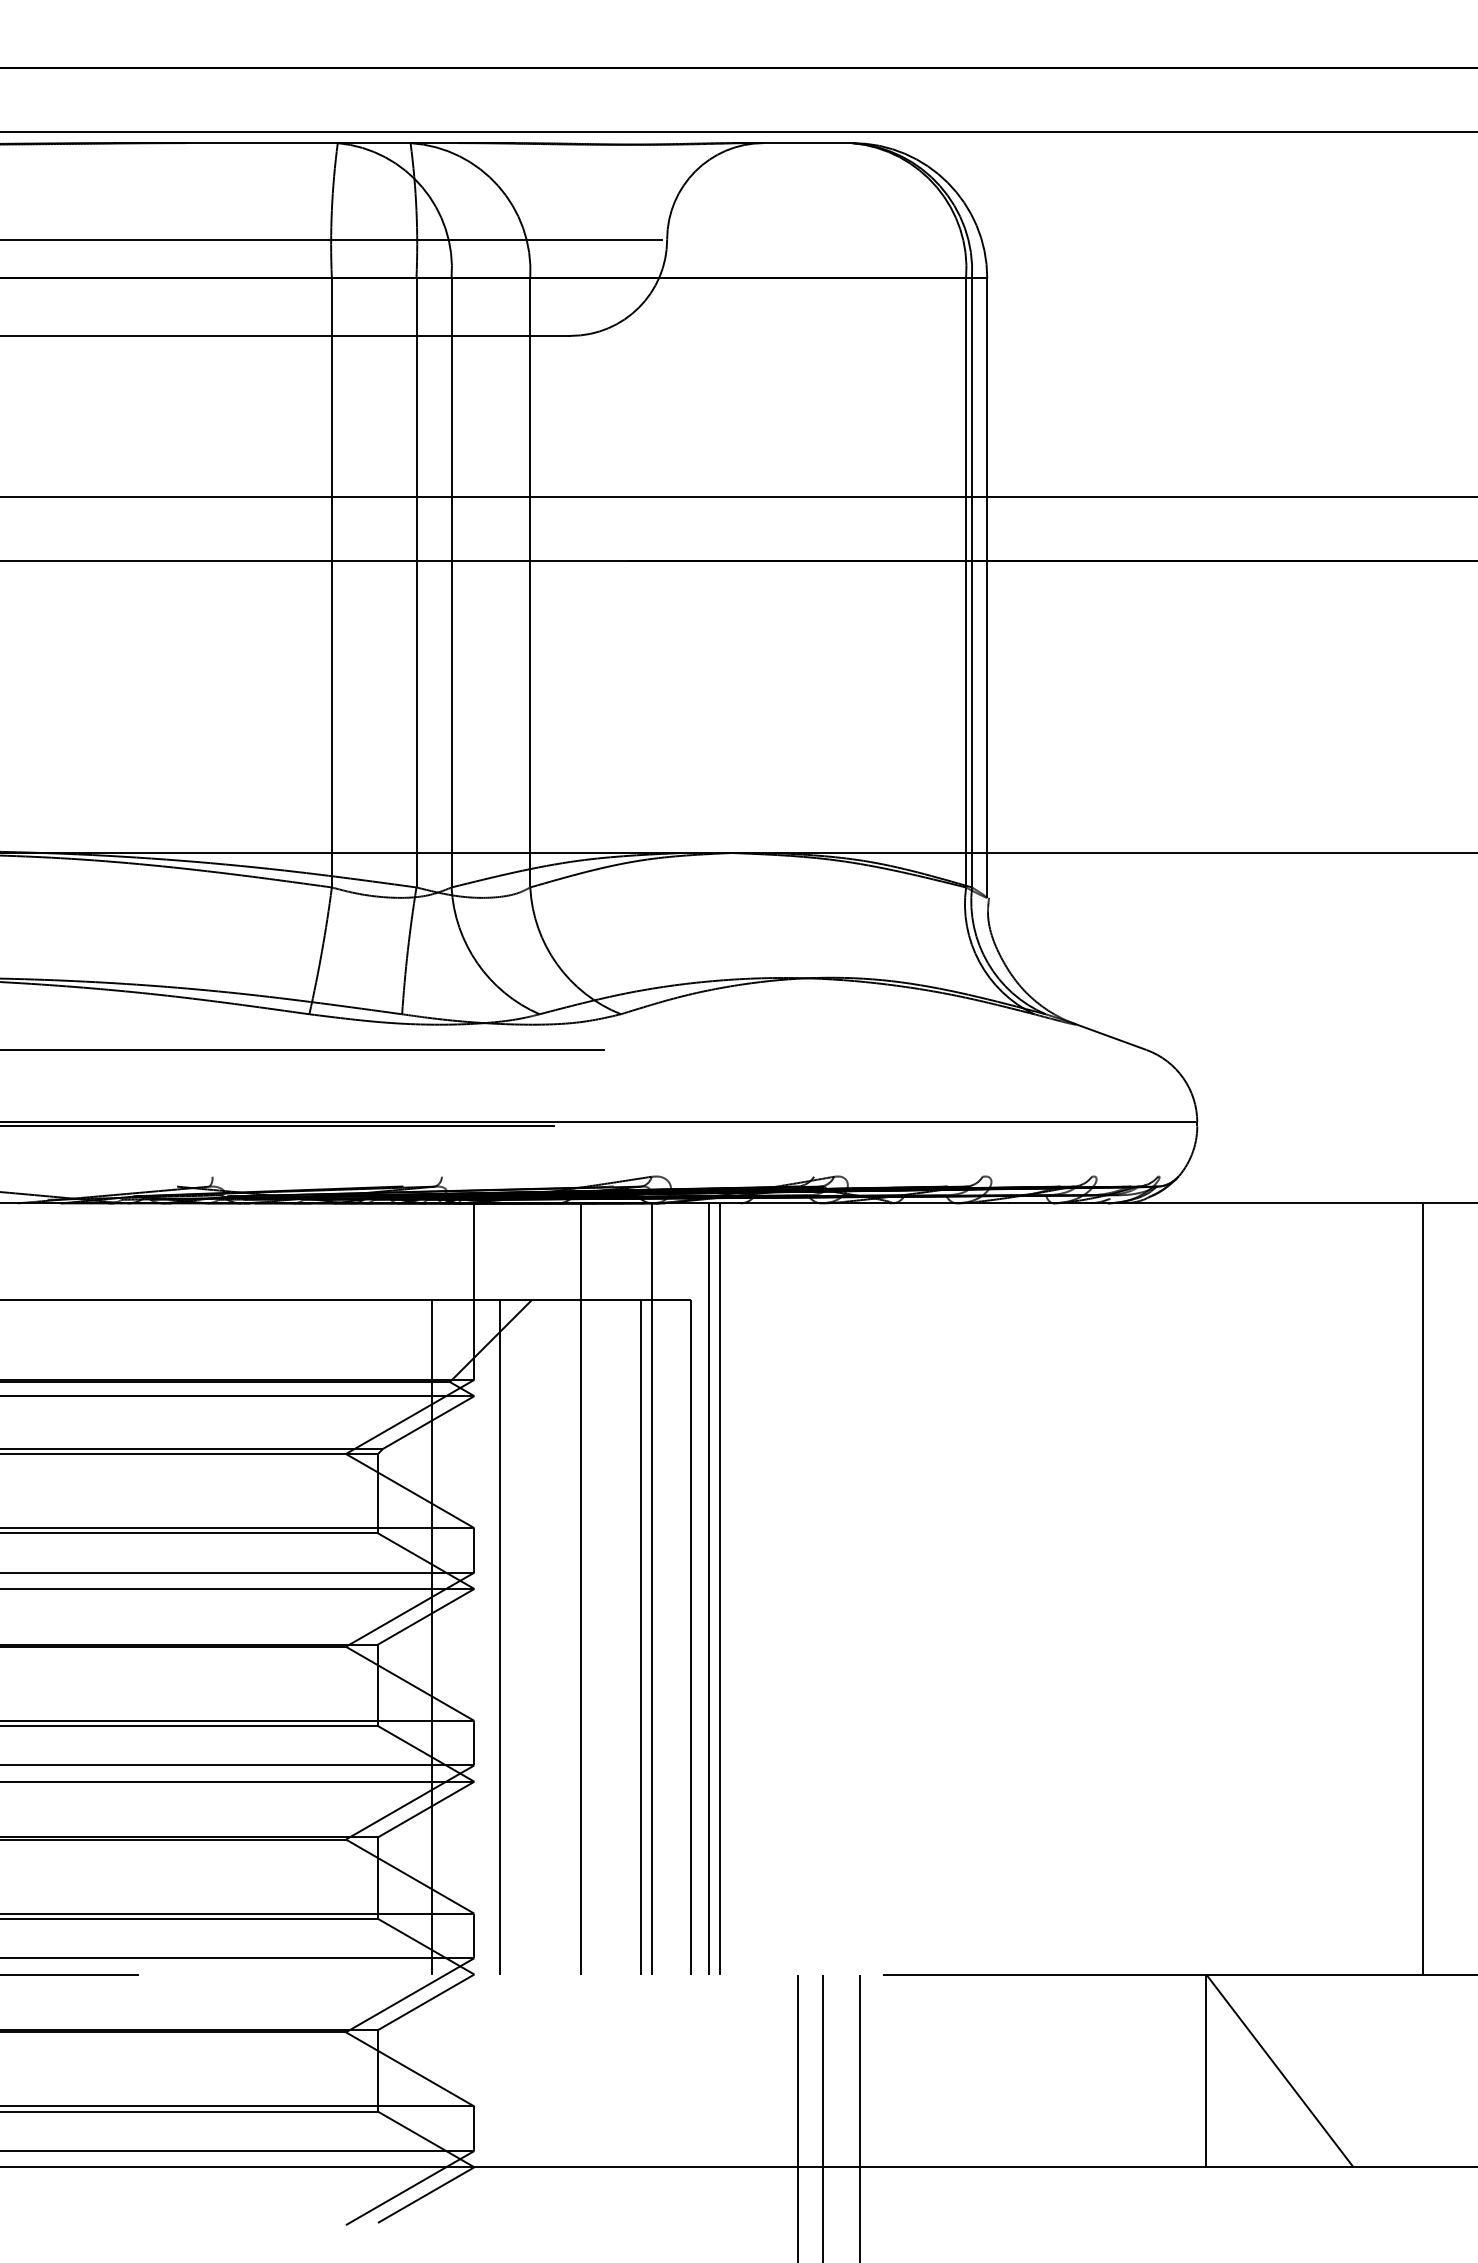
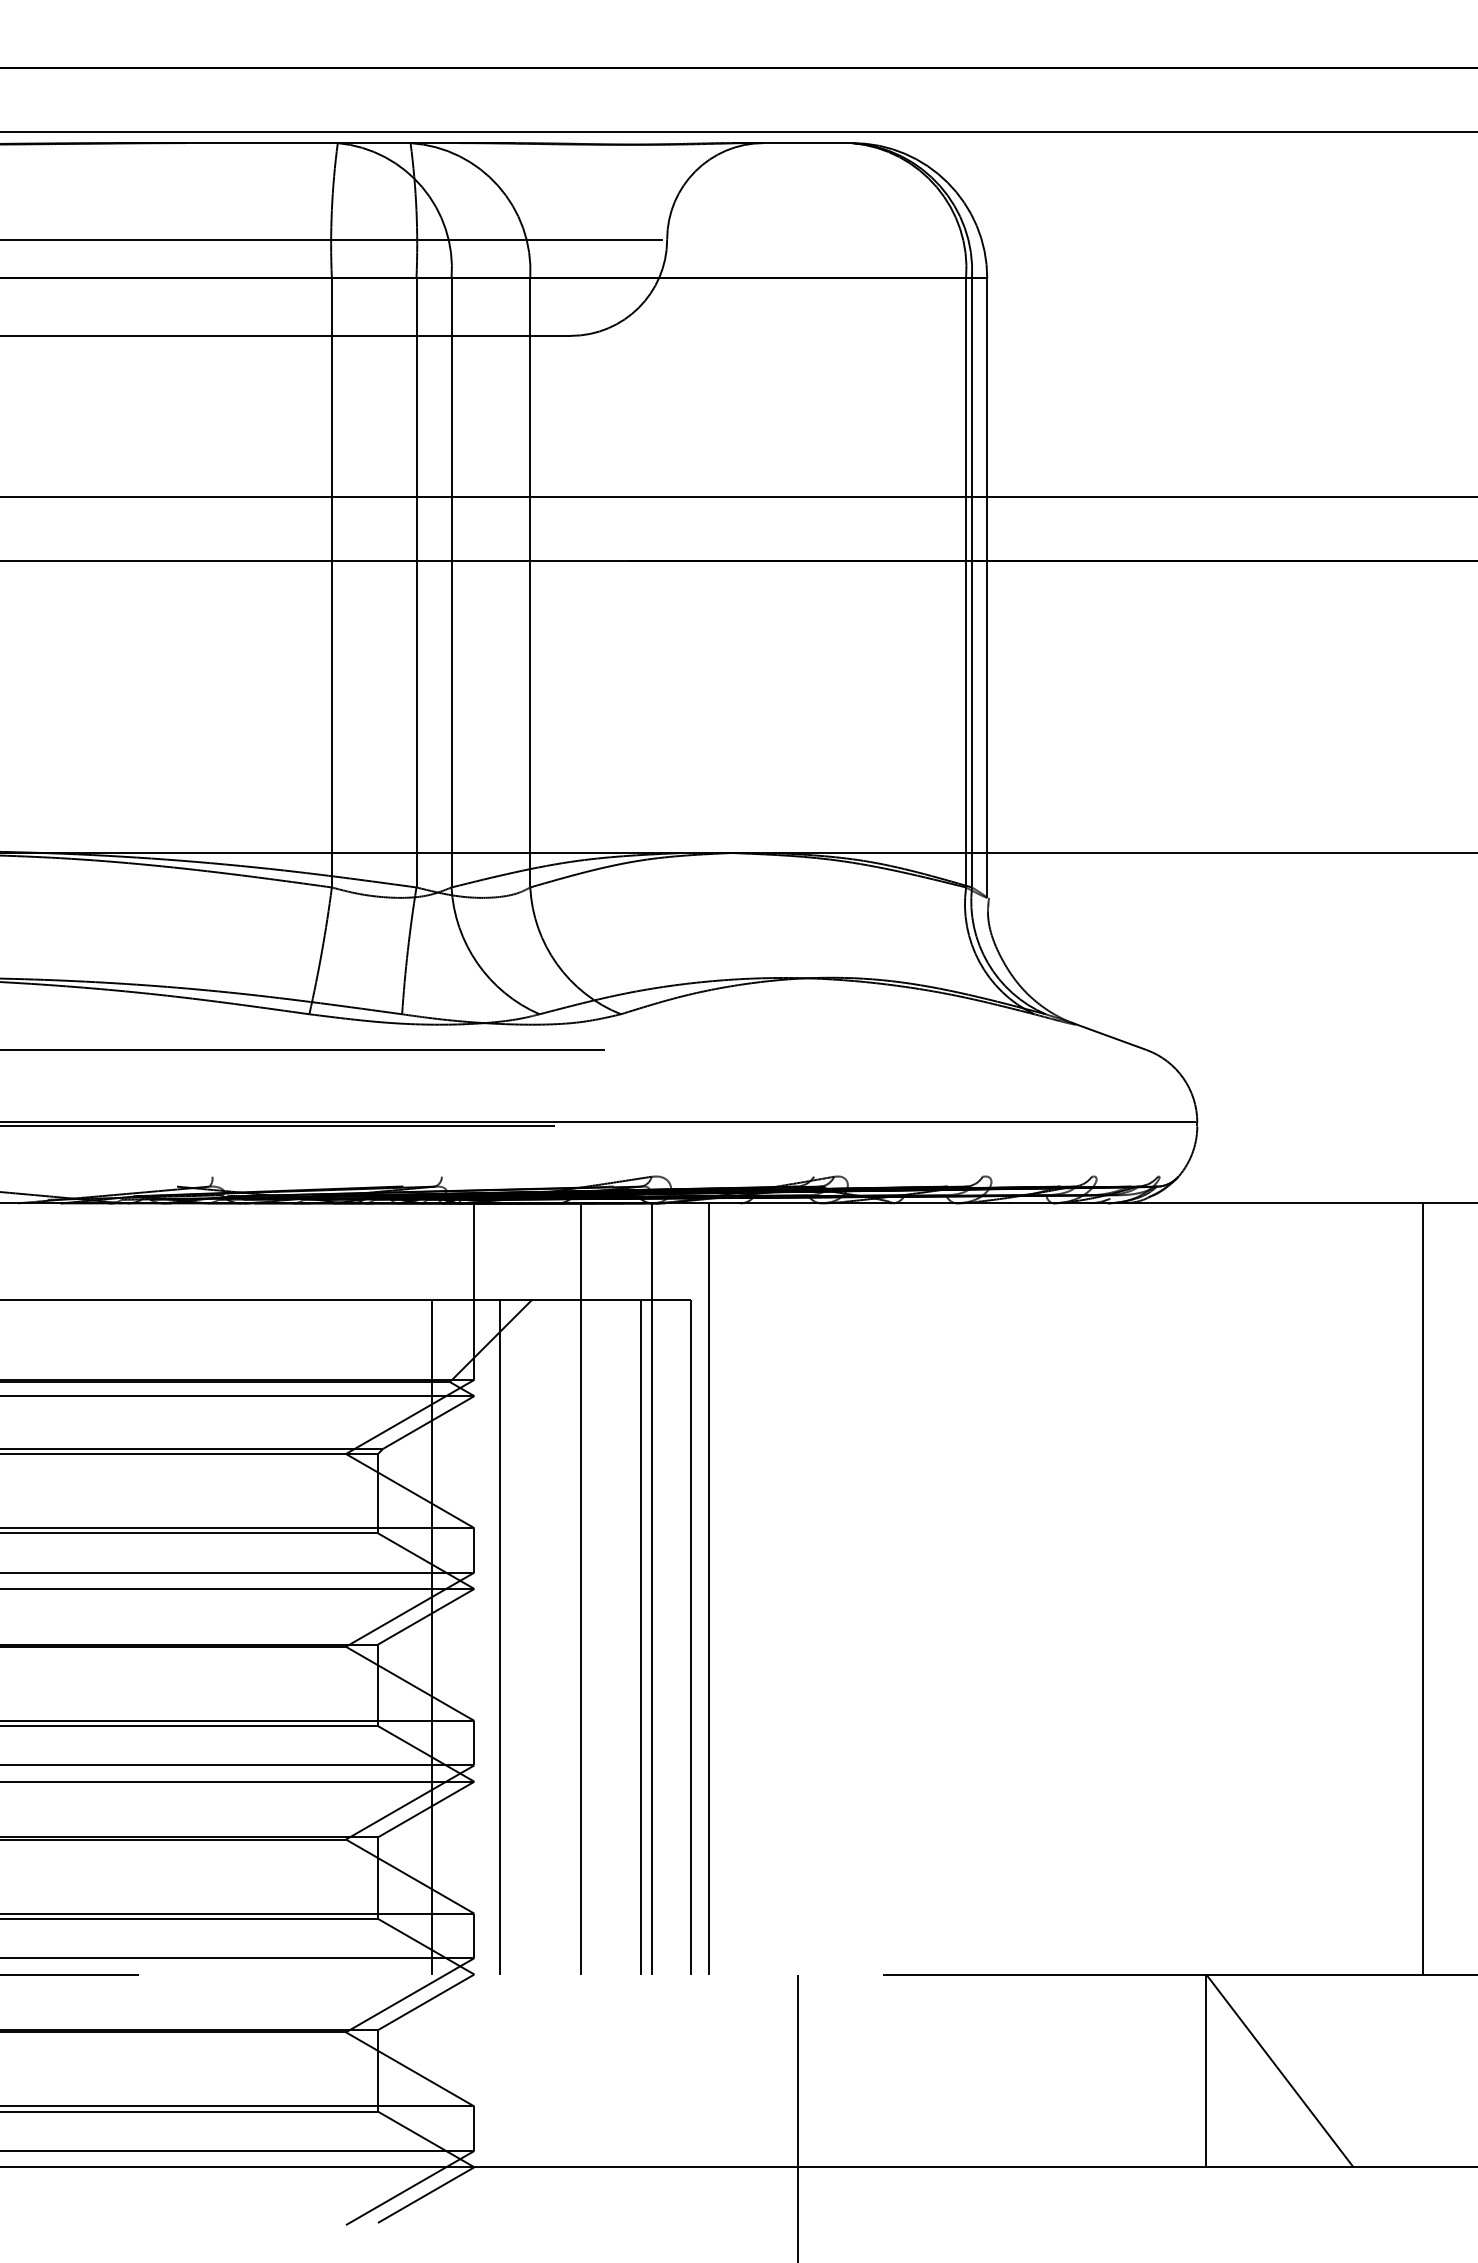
line at (720, 1588): present -> none
line at (823, 2116): present -> none
line at (859, 2116): present -> none
